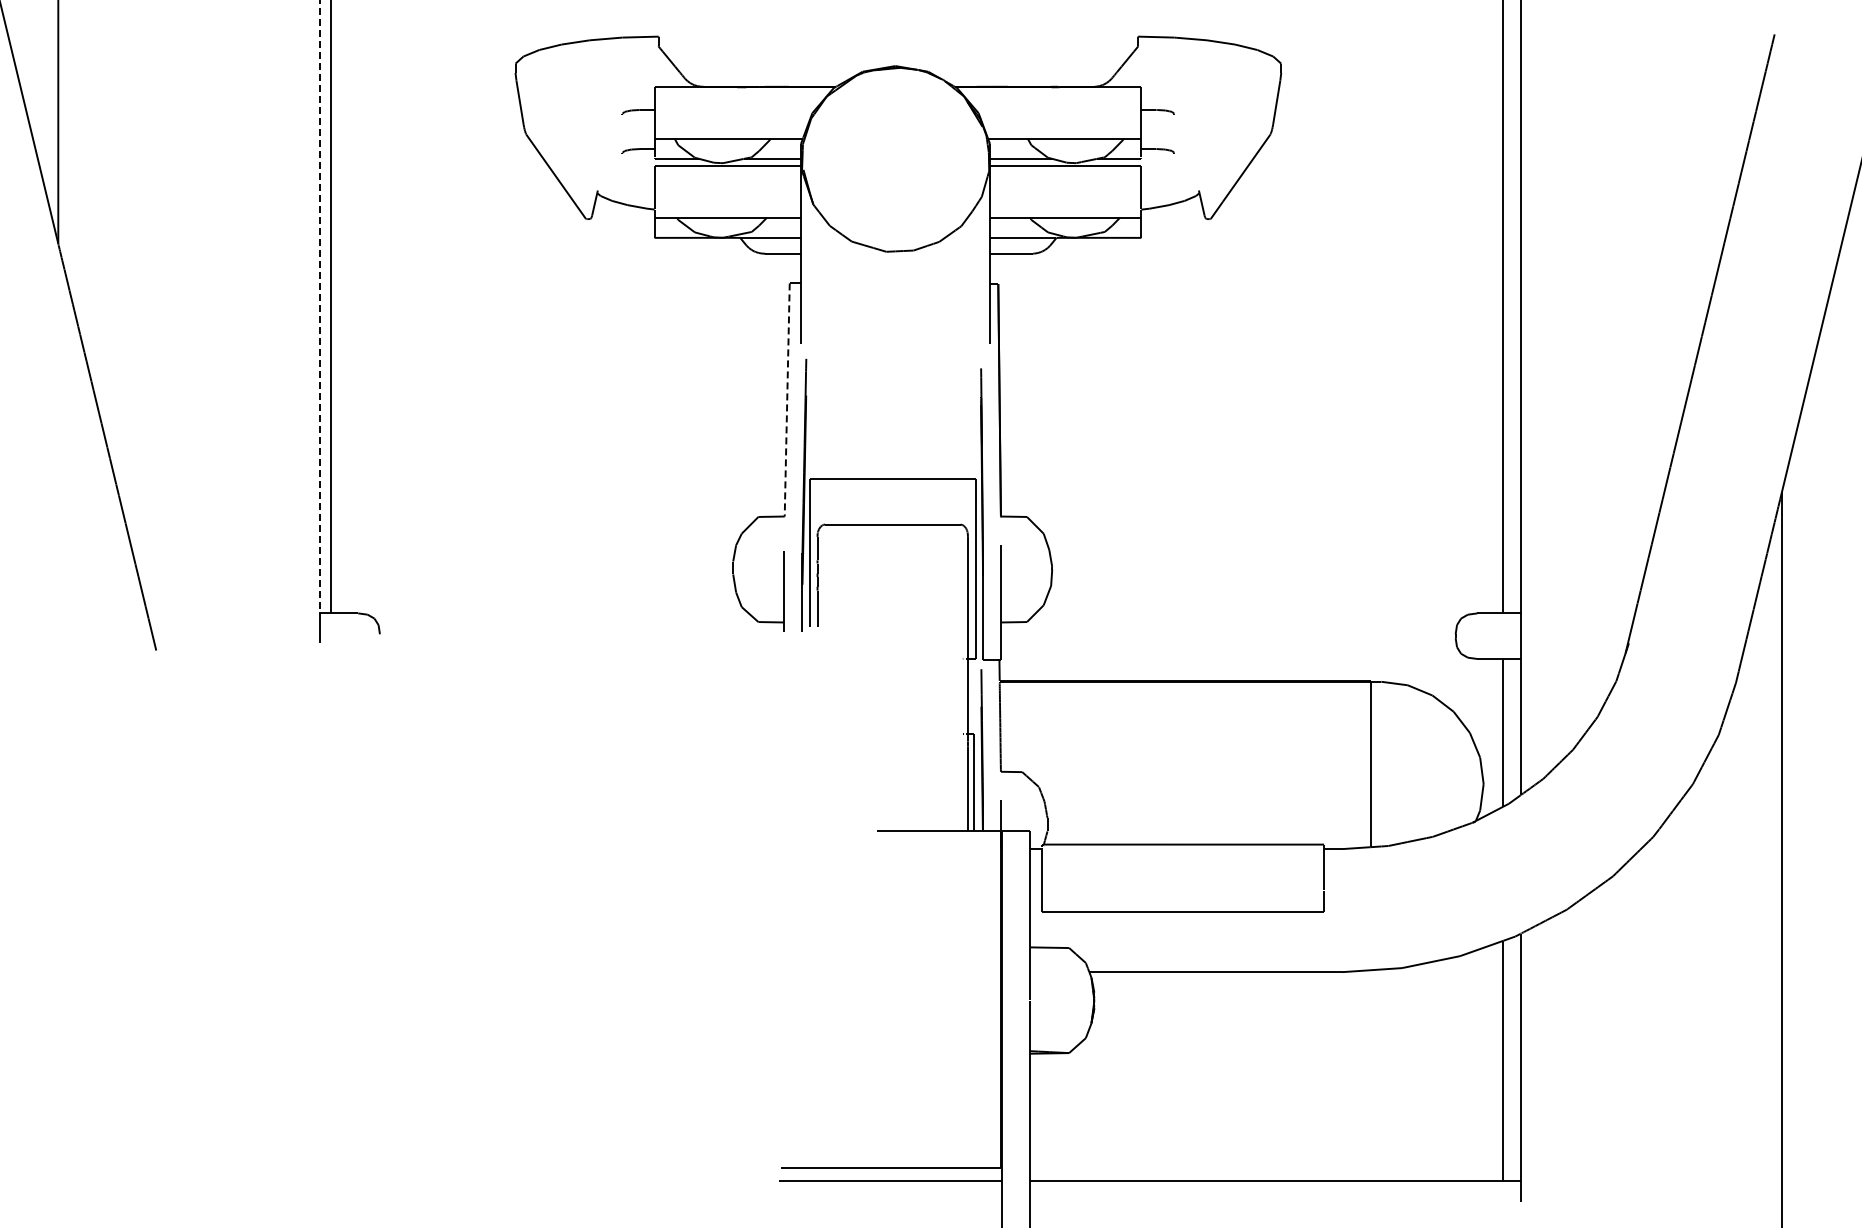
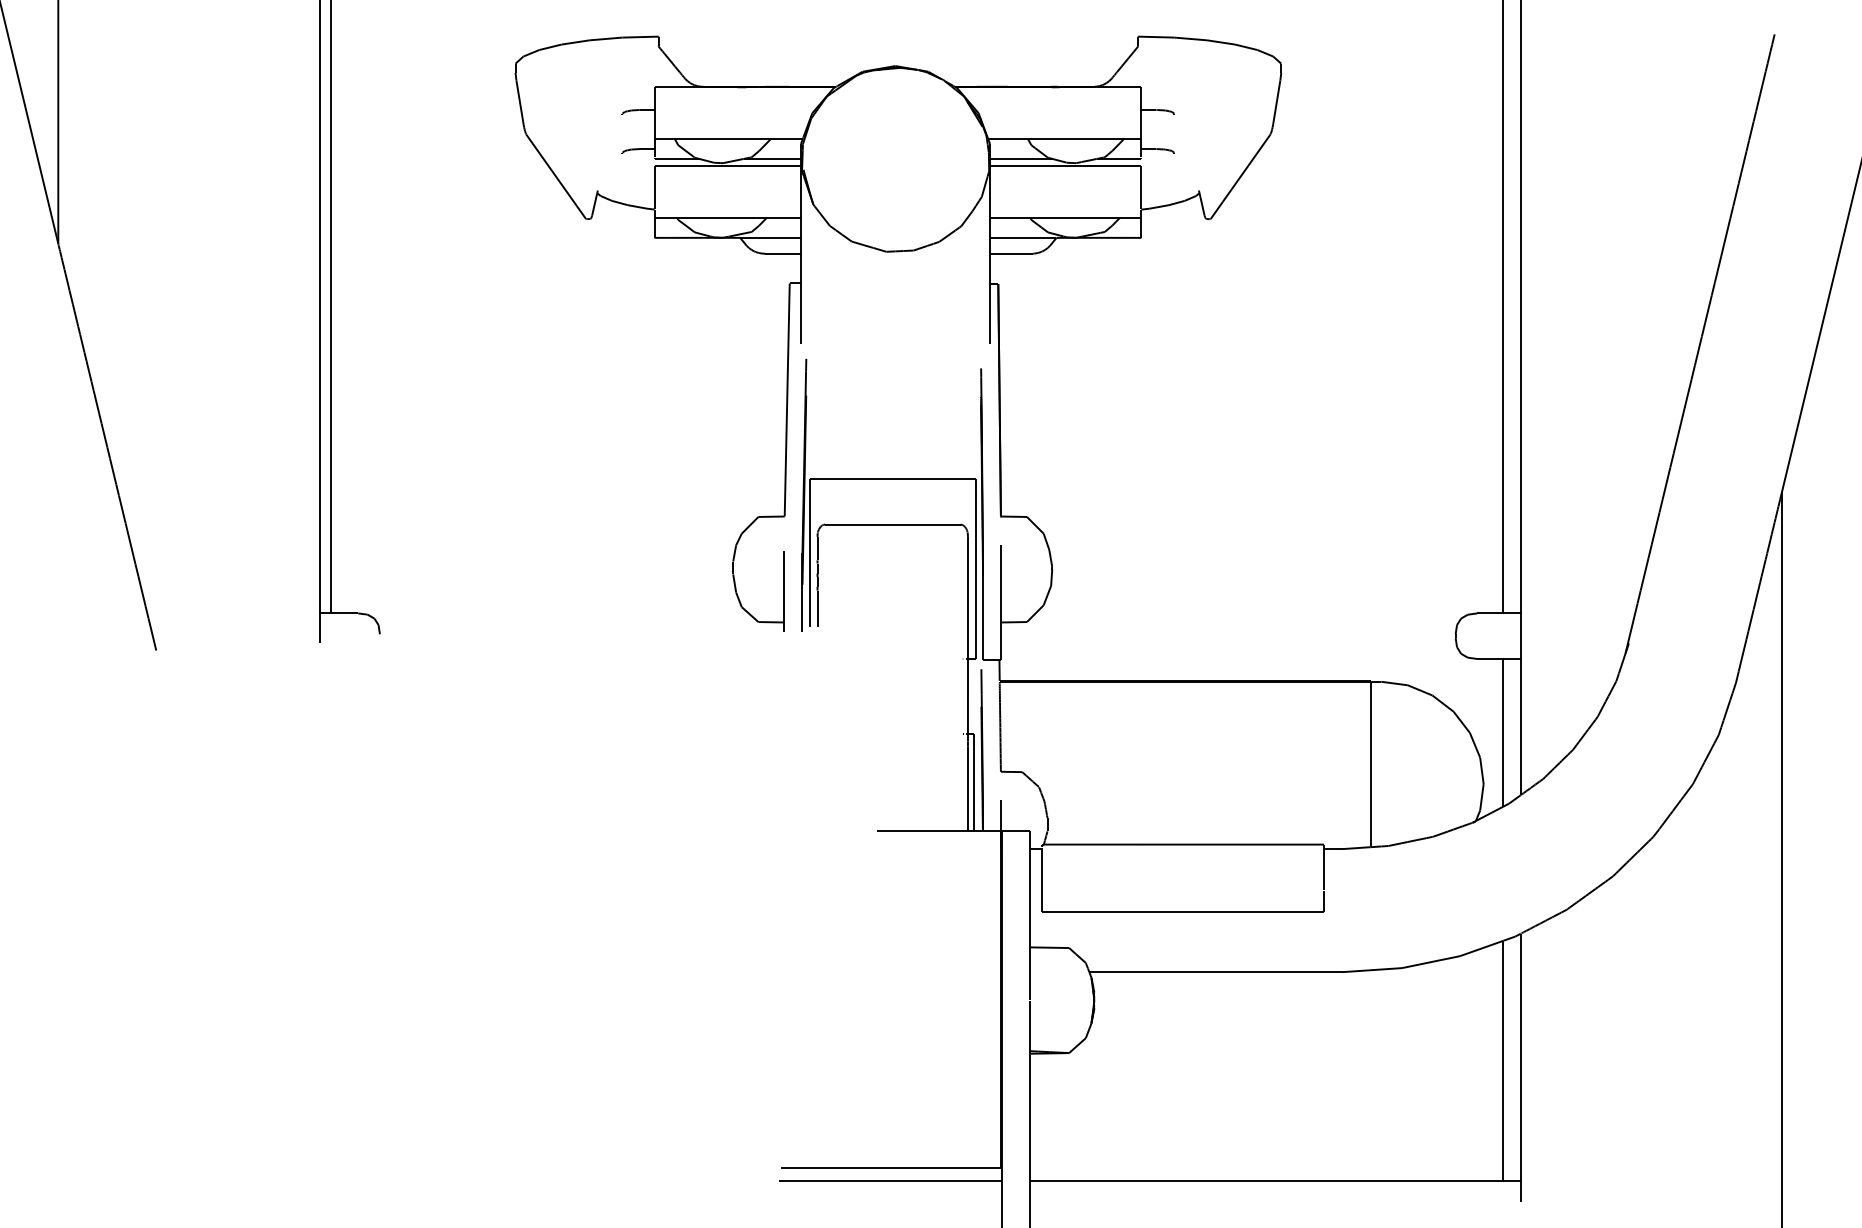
line at (319, 307): dashed -> solid
line at (787, 399): dashed -> solid
